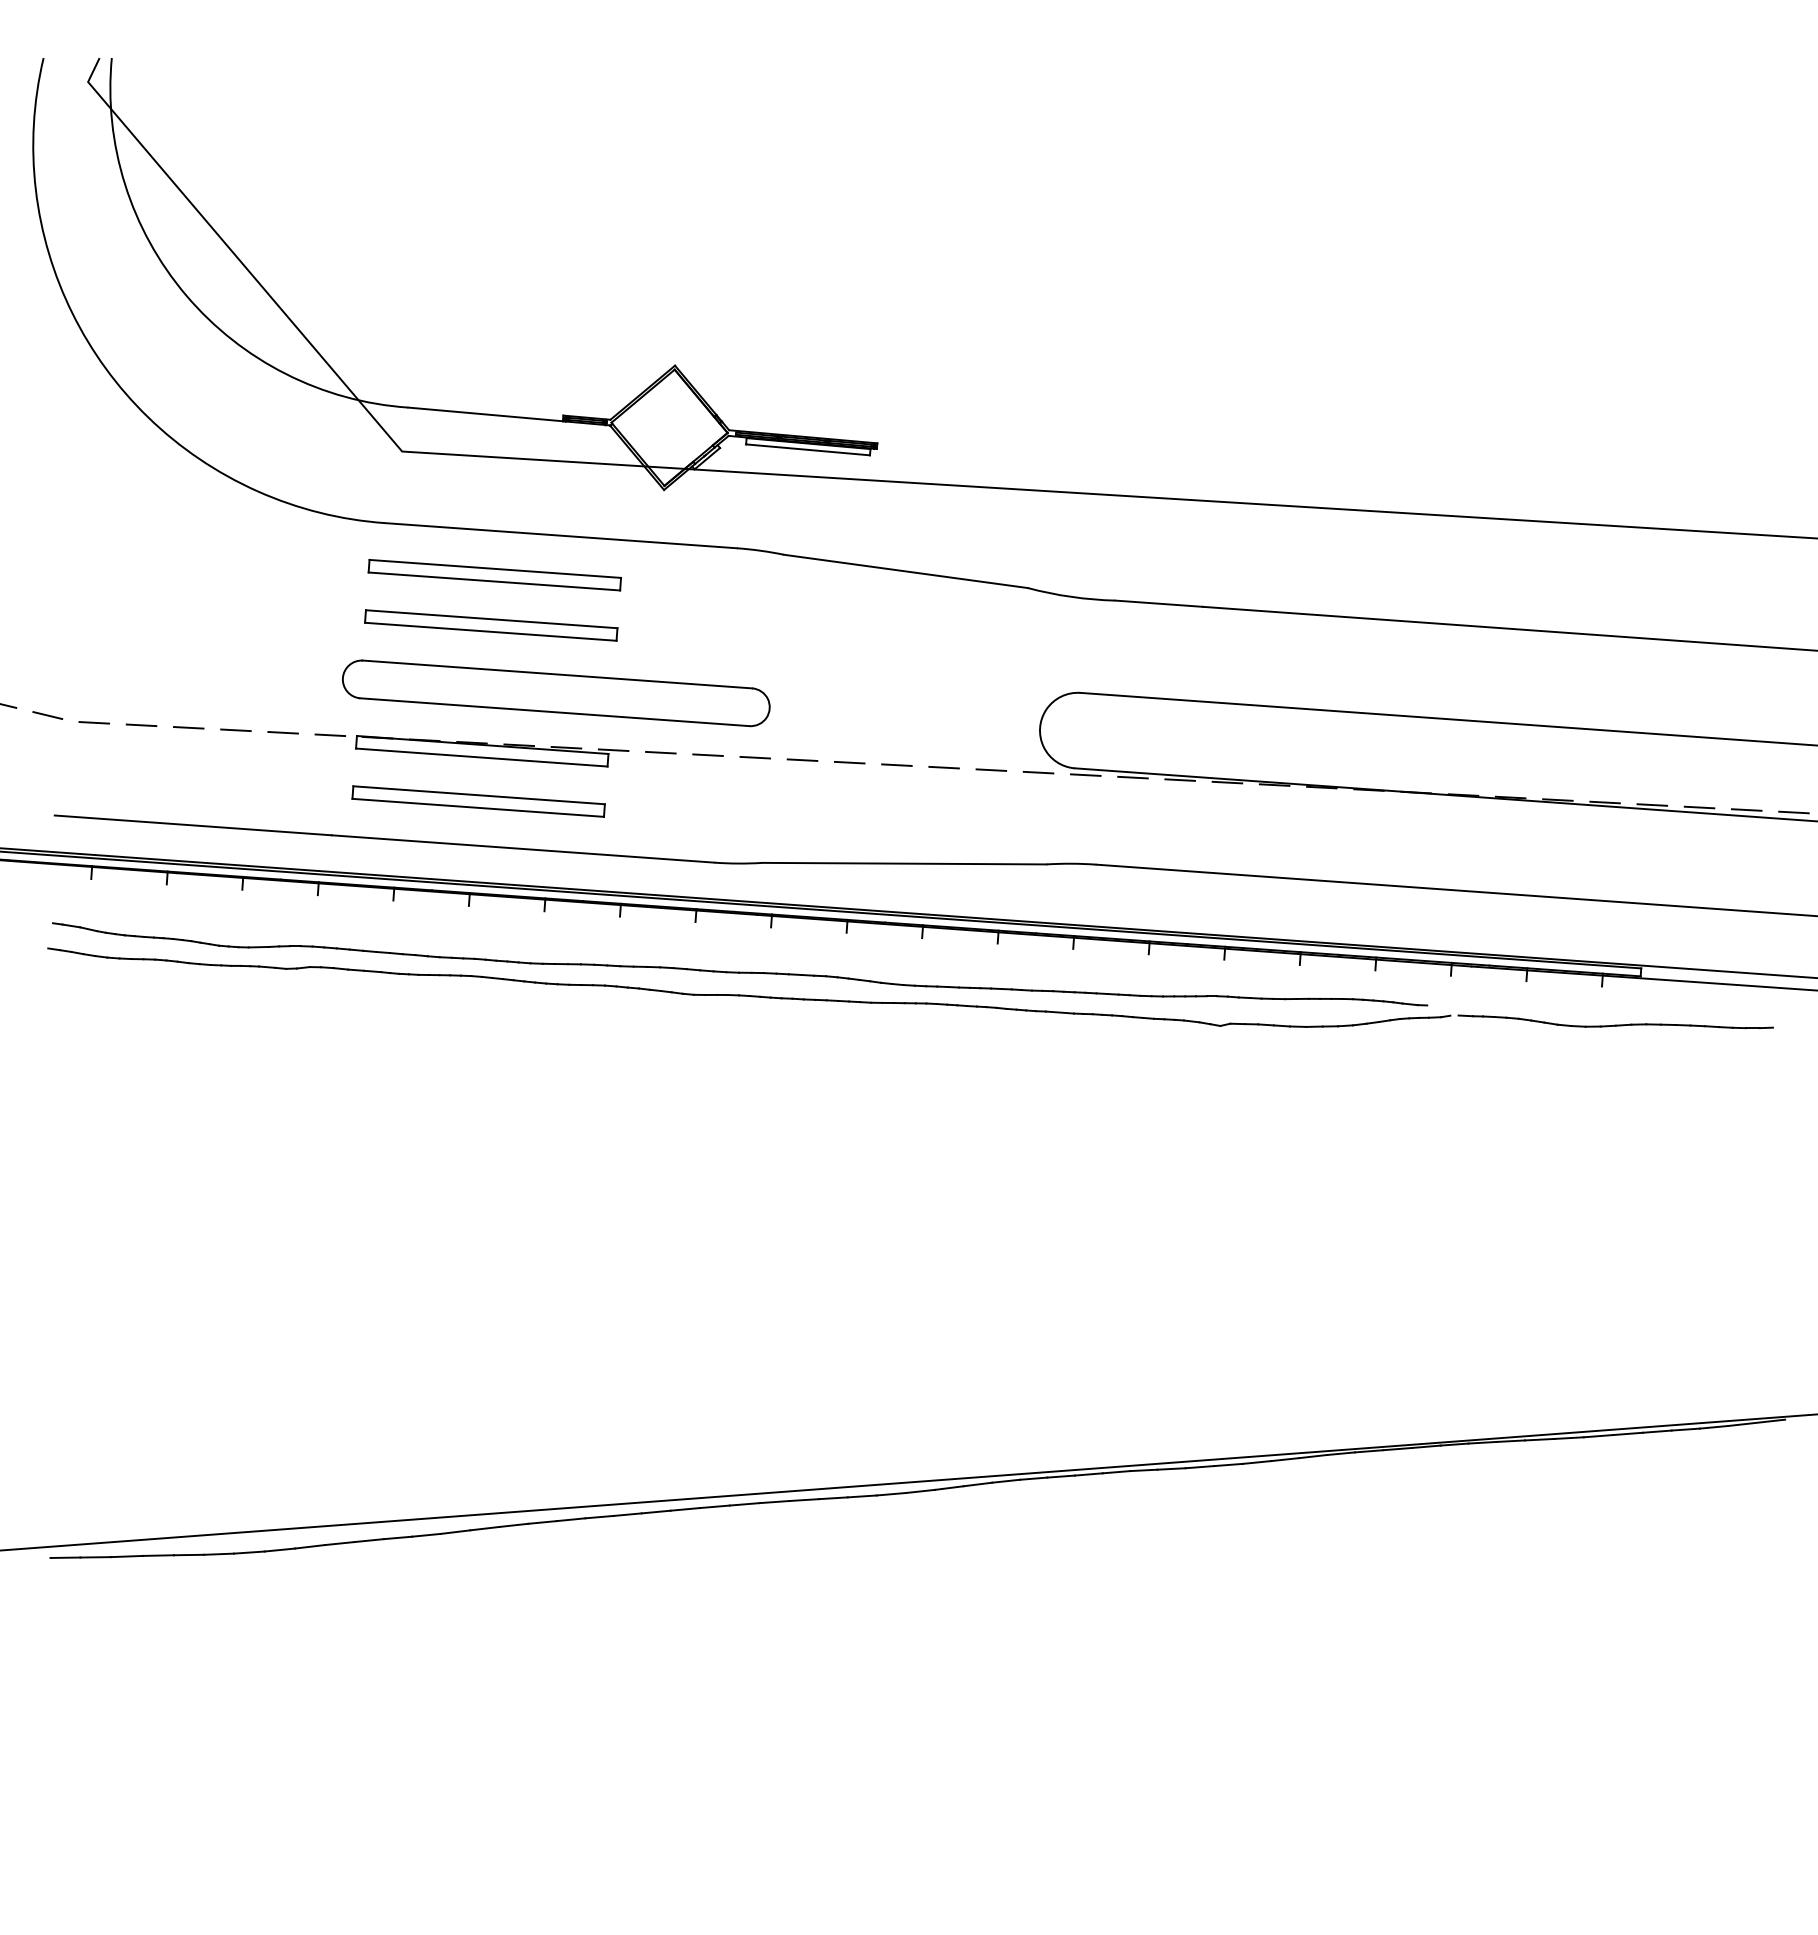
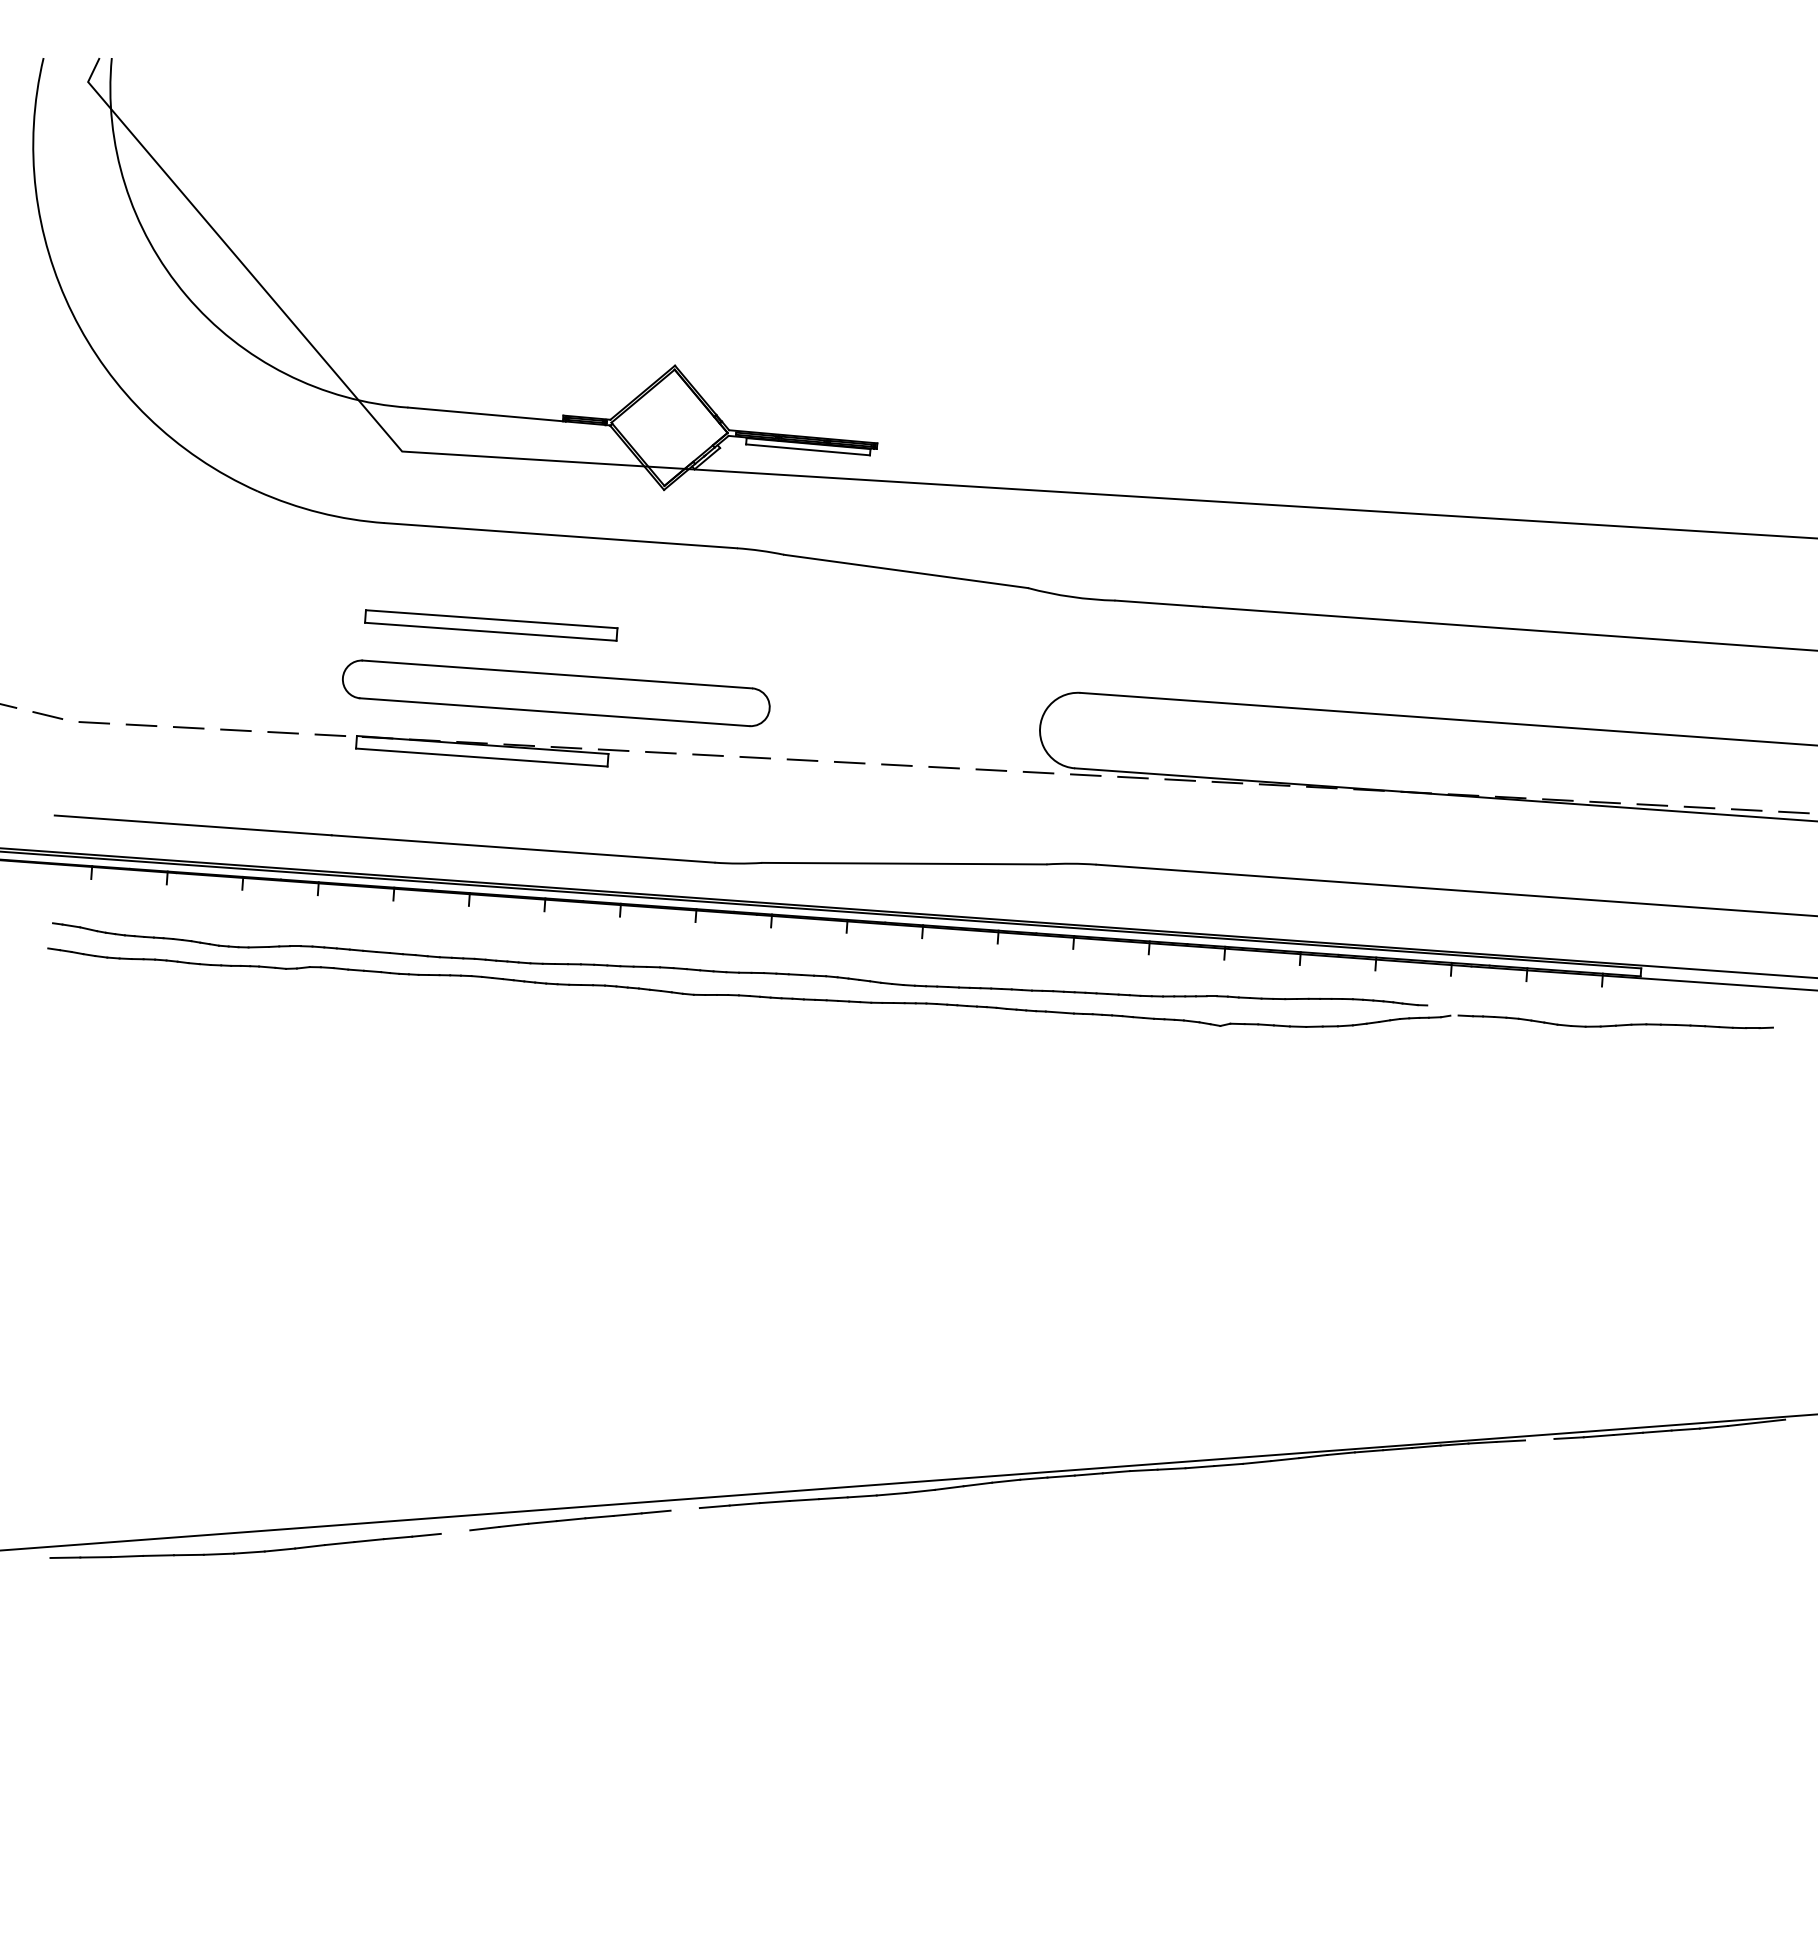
part at (494, 575): present -> none
part at (478, 801): present -> none
line at (1539, 1439): present -> none
line at (684, 1509): present -> none
line at (455, 1531): present -> none
